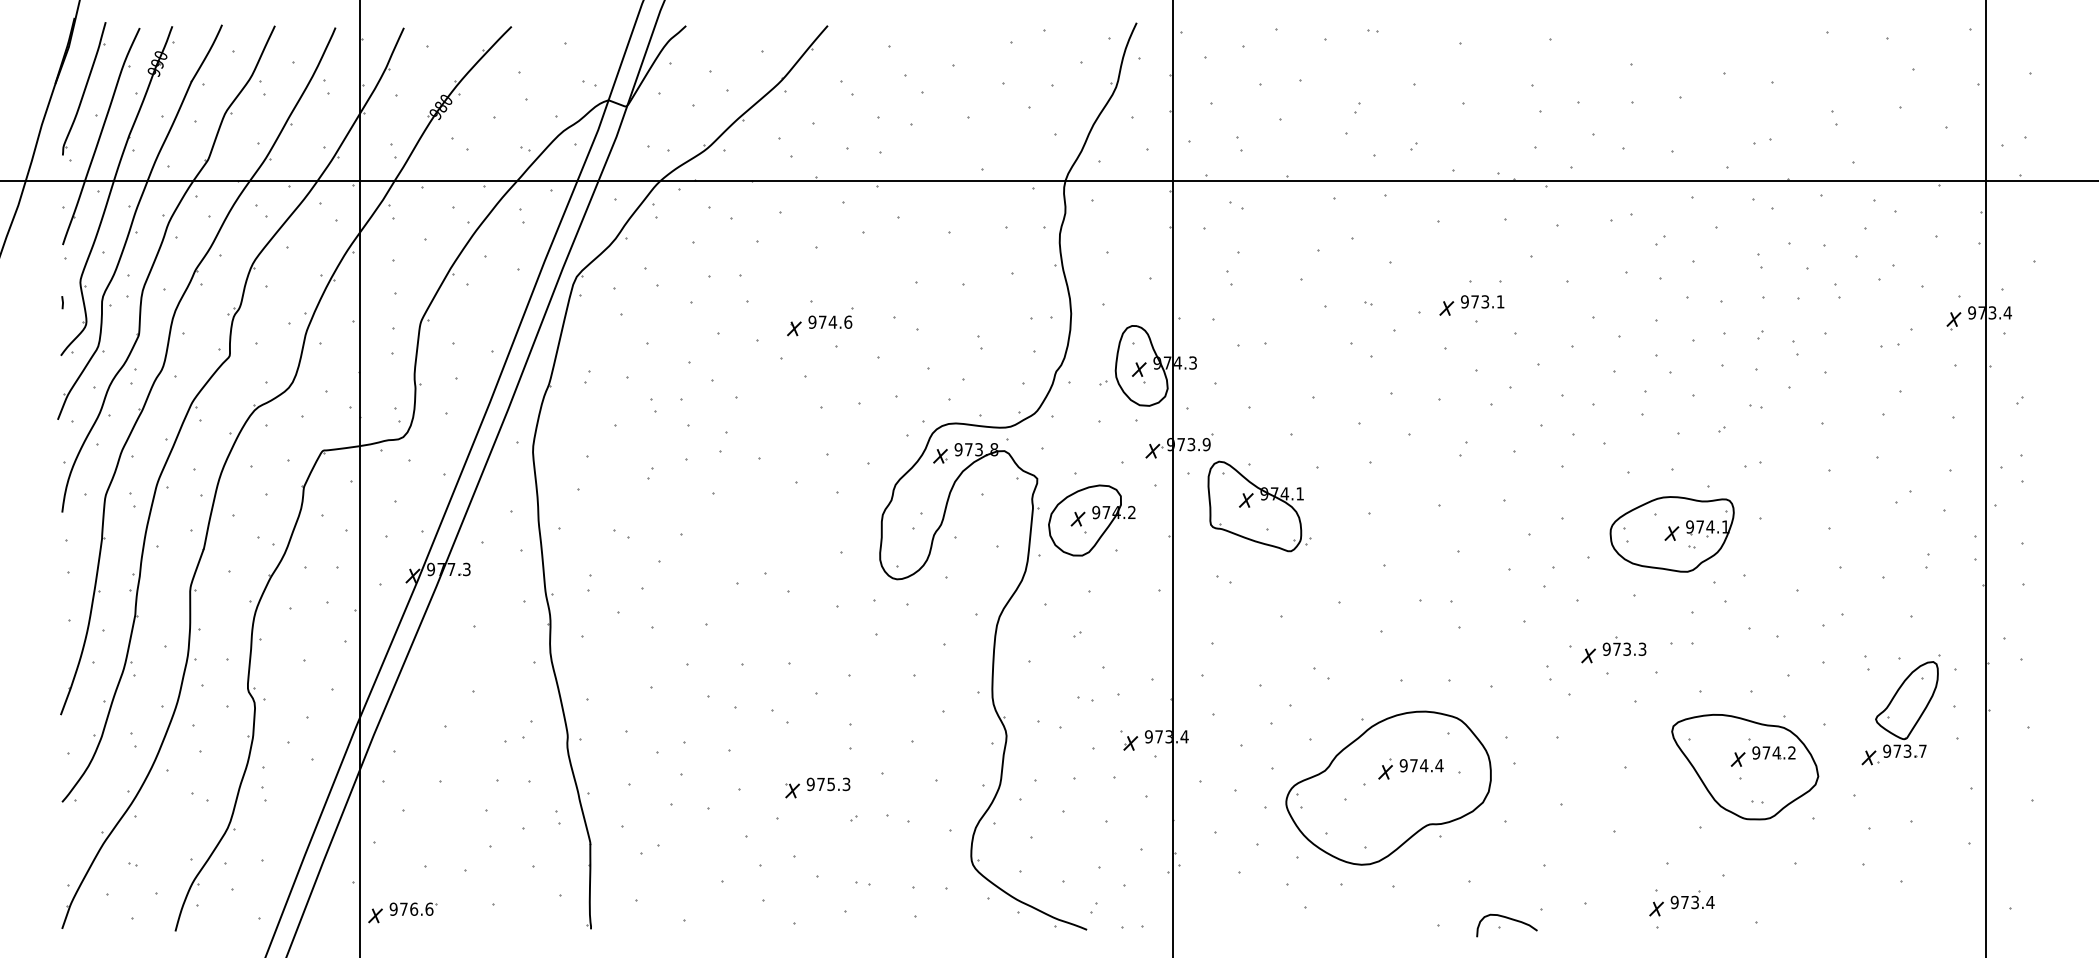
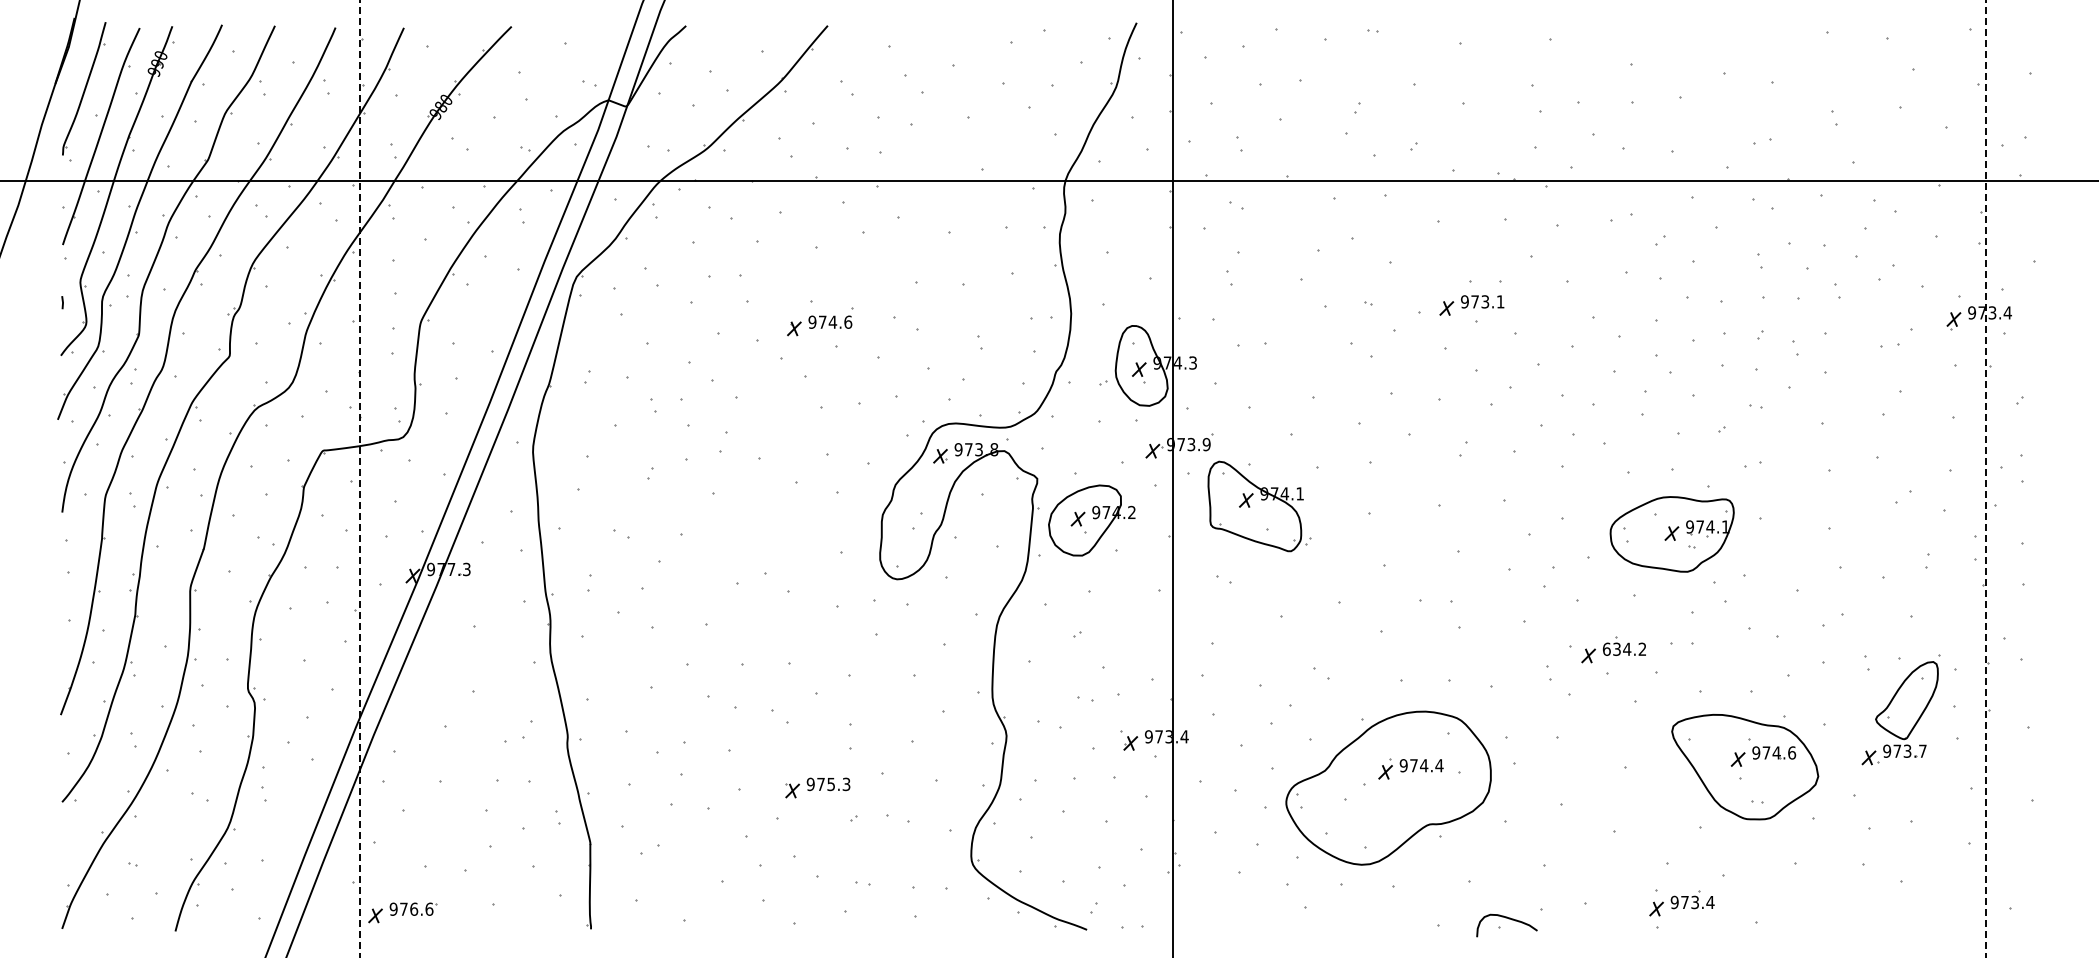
line at (359, 479): solid -> dashed
line at (1985, 479): solid -> dashed
text at (1624, 648): 973.3 -> 634.2
text at (1792, 752): 974.2 -> 974.6
